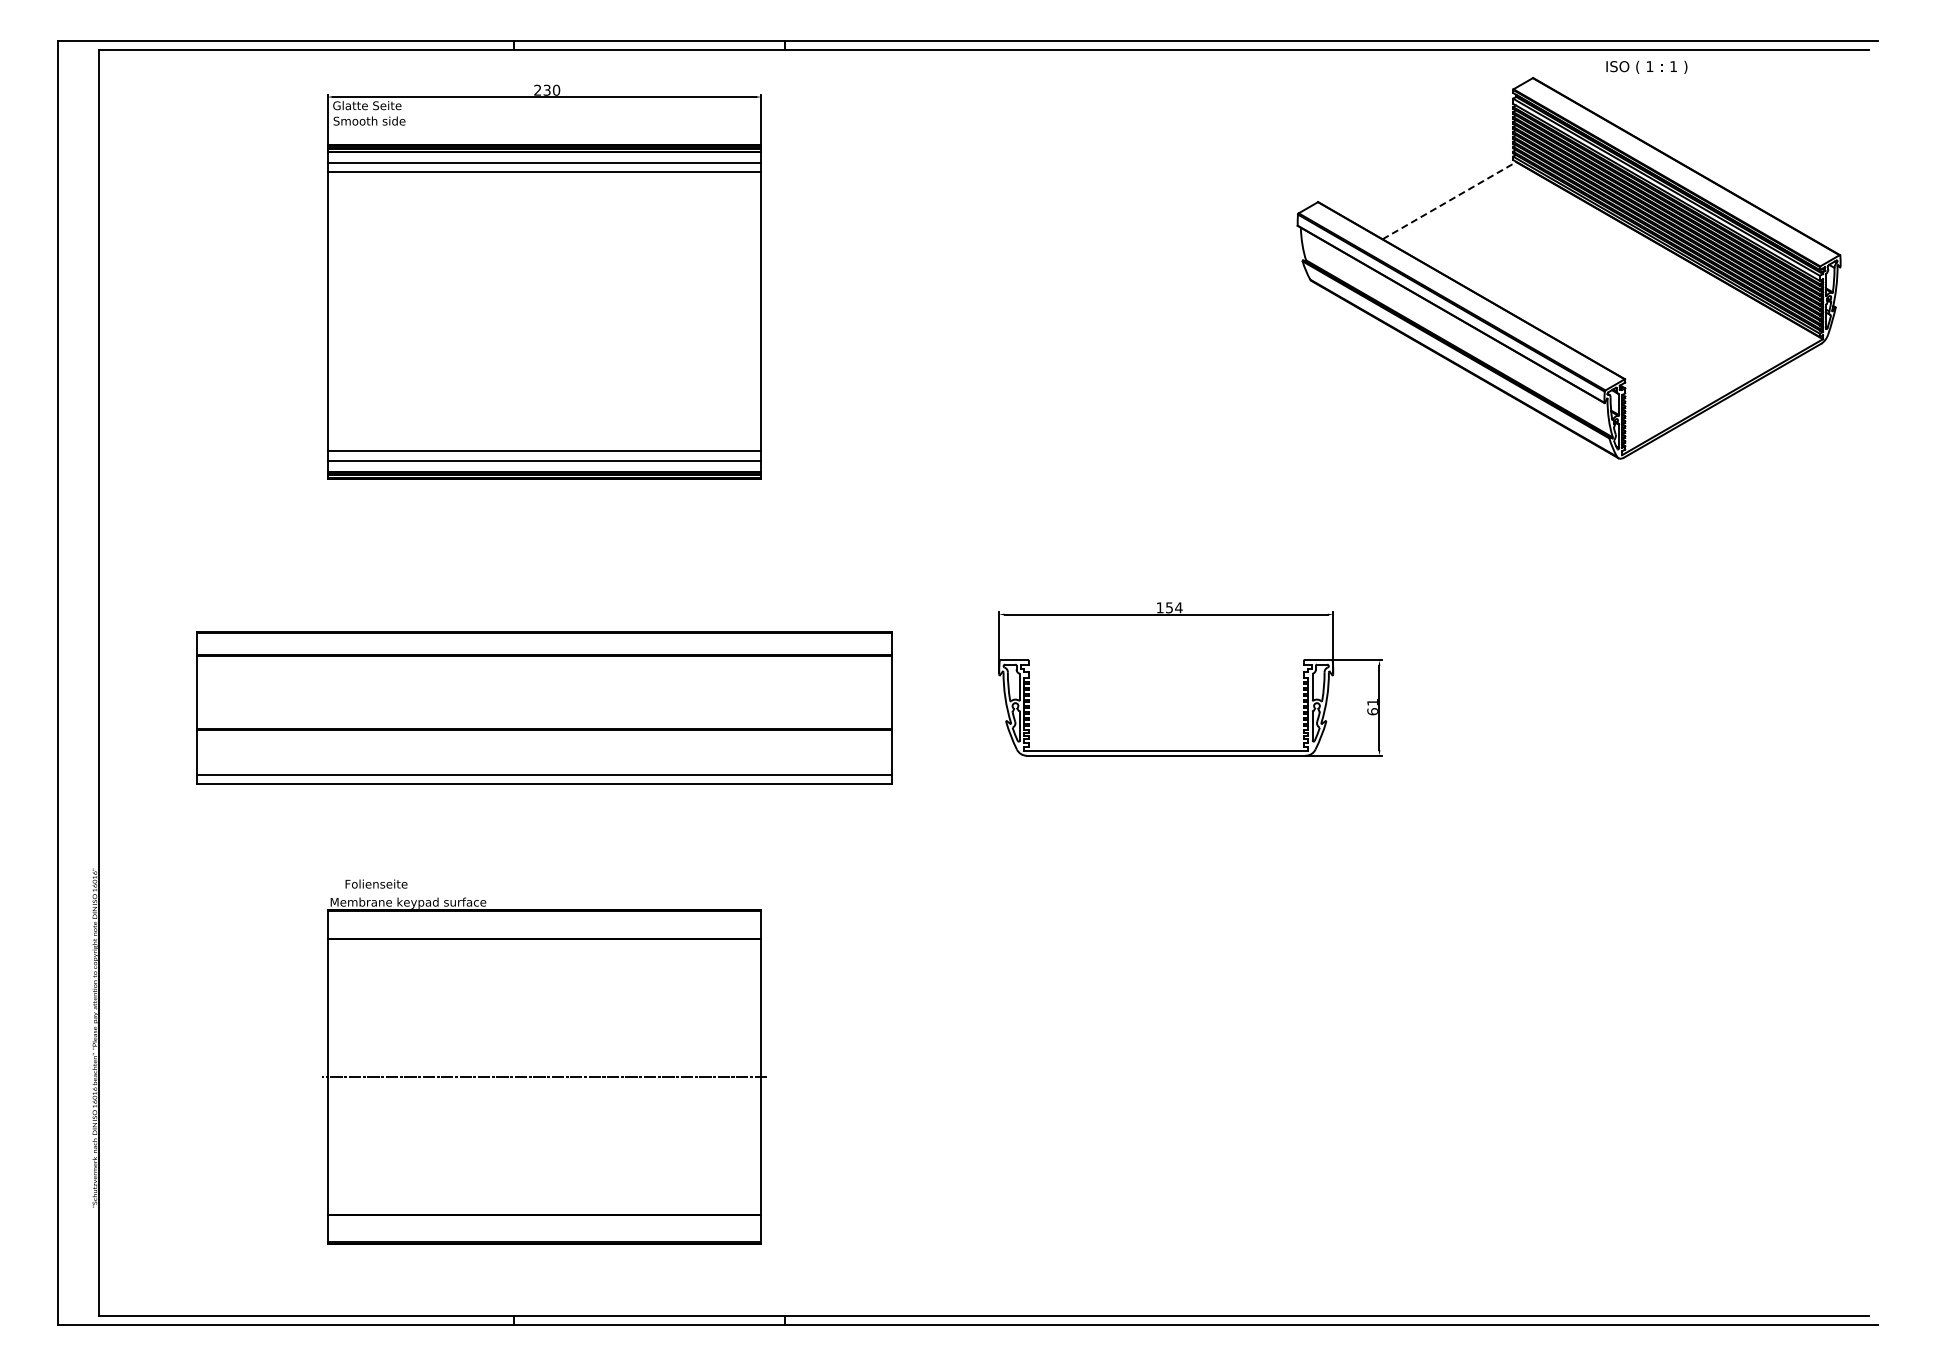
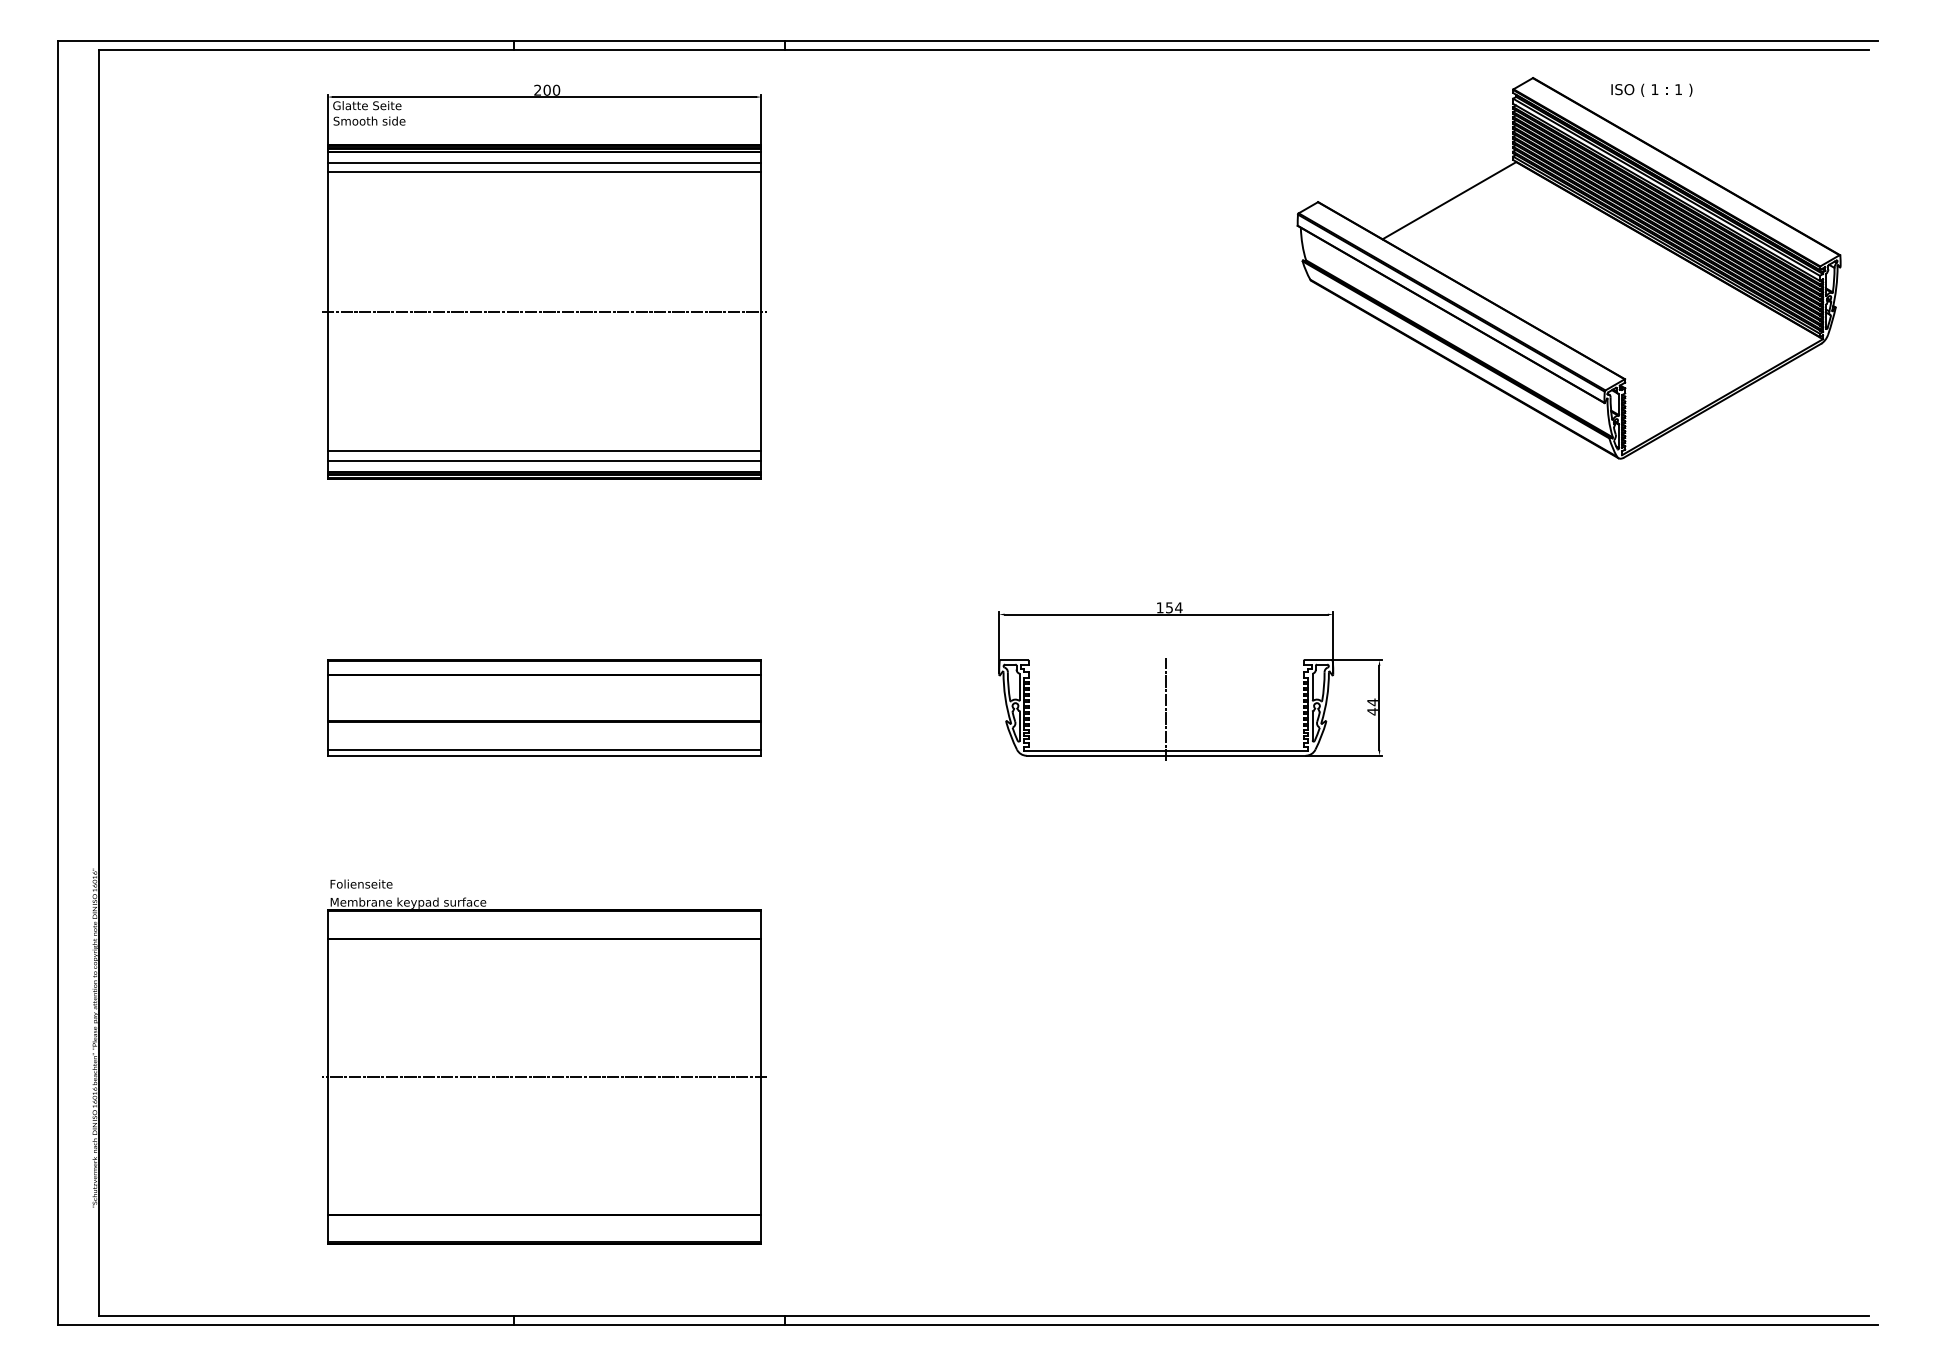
text at (1646, 66) position: (1646, 66) -> (1651, 89)
text at (546, 89): 230 -> 200
line at (1449, 200): dashed -> solid
line at (544, 311): none -> present
text at (1372, 706): 61 -> 44
part at (544, 707) size: 697x154 px -> 435x98 px
line at (1166, 709): none -> present
text at (376, 883) position: (376, 883) -> (361, 883)
